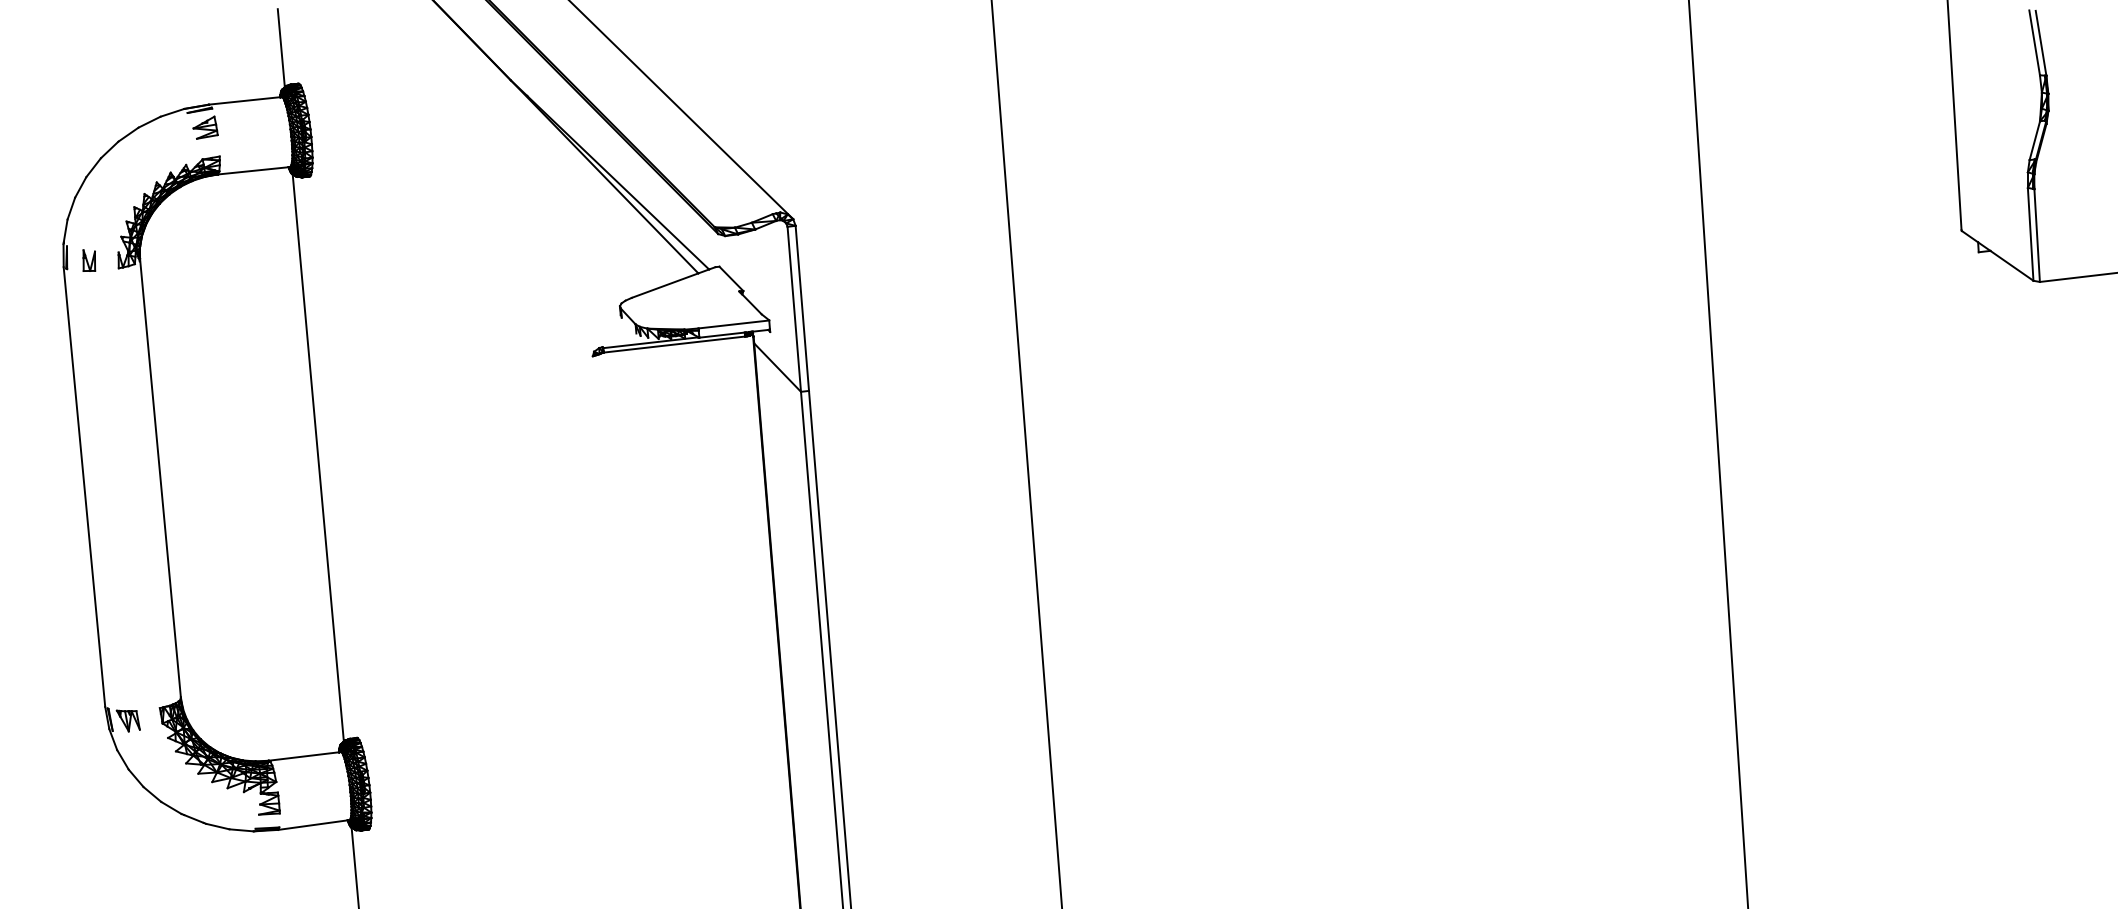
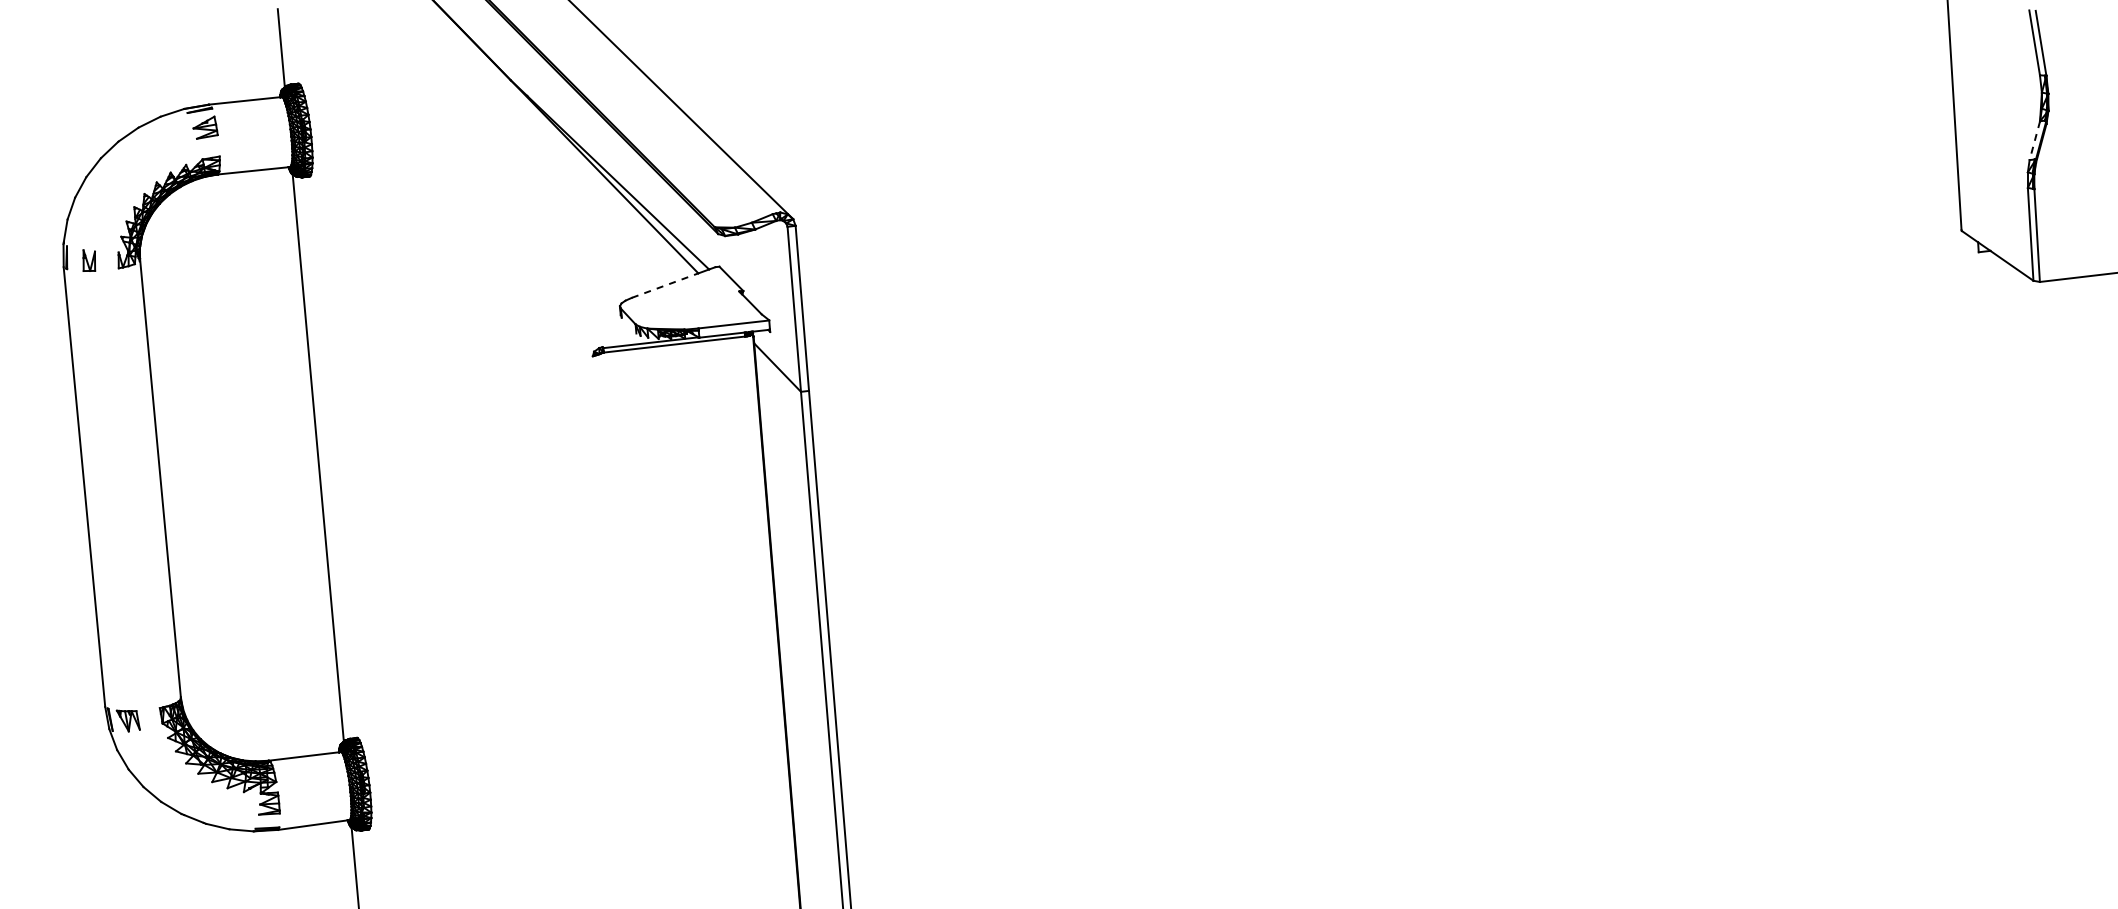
line at (2034, 141): solid -> dashed
line at (665, 285): solid -> dashed
line at (1026, 453): present -> none
line at (1718, 453): present -> none
